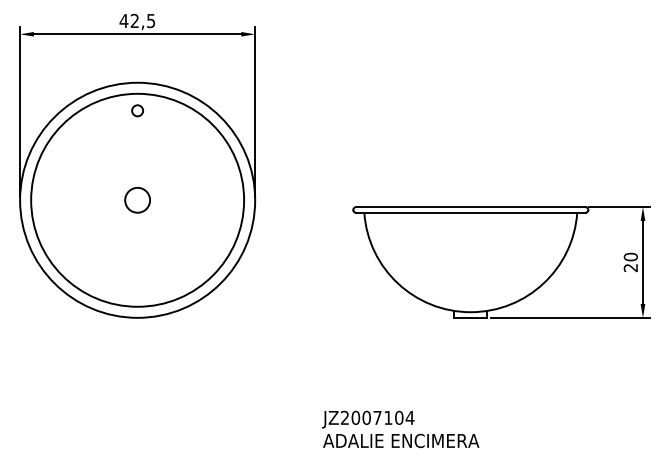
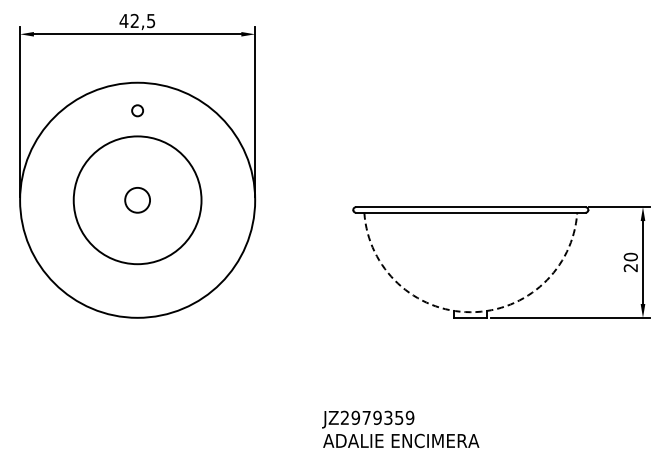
circle at (137, 199) diameter: 213 px -> 128 px
arc at (470, 312): solid -> dashed
text at (382, 417): JZ2007104 -> JZ2979359
